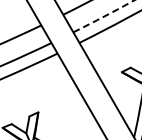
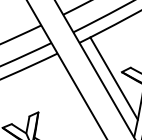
arc at (104, 16): dashed -> solid
line at (113, 78): none -> present
